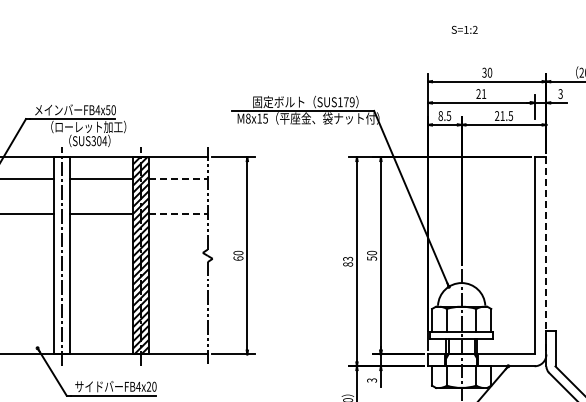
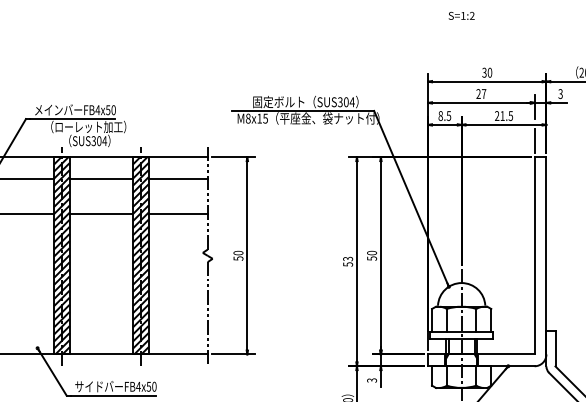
text at (464, 29) position: (464, 29) -> (461, 15)
text at (483, 93): 21 -> 27
text at (346, 102): SUS179 -> SUS304
line at (534, 140): none -> present
line at (178, 178): dashed -> solid
line at (178, 214): dashed -> solid
hatch at (61, 255): none -> present
line at (546, 255): dashed -> solid
text at (238, 258): 60 -> 50
text at (347, 264): 83 -> 53
text at (148, 386): FB4x20 -> FB4x50
